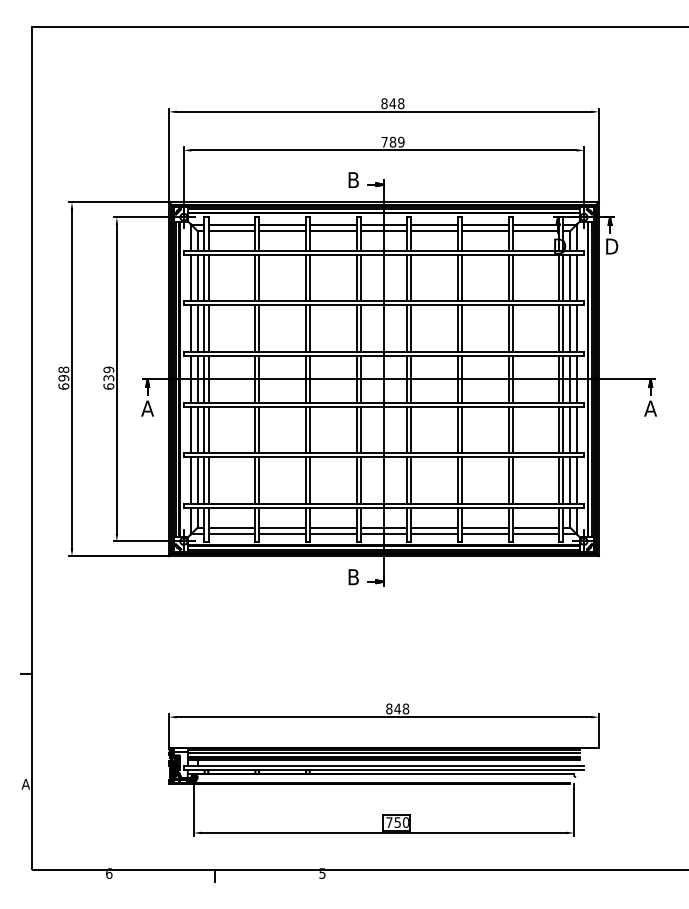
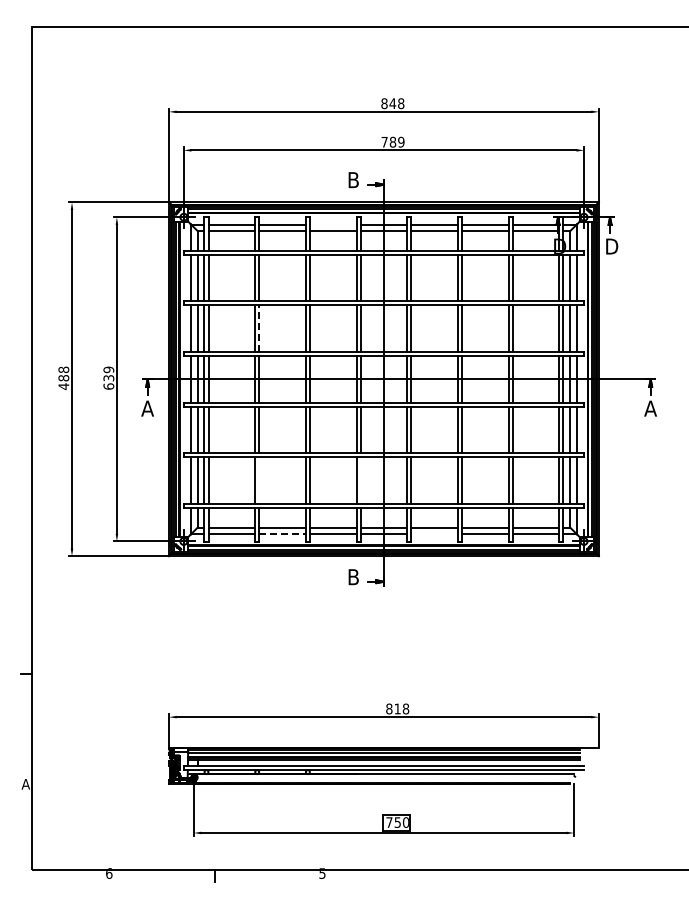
line at (332, 224): present -> none
line at (259, 328): solid -> dashed
text at (63, 382): 698 -> 488
line at (259, 480): present -> none
line at (360, 480): present -> none
line at (283, 534): solid -> dashed
line at (434, 534): present -> none
text at (397, 708): 848 -> 818
